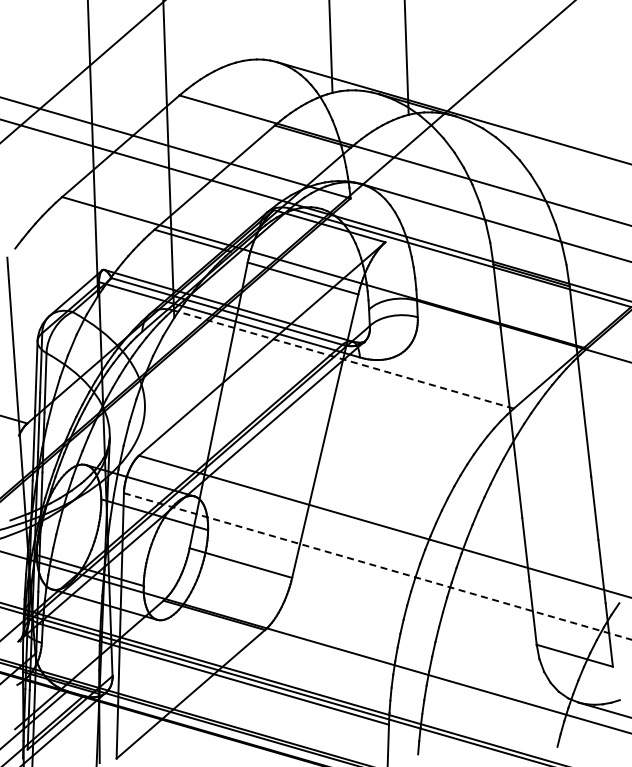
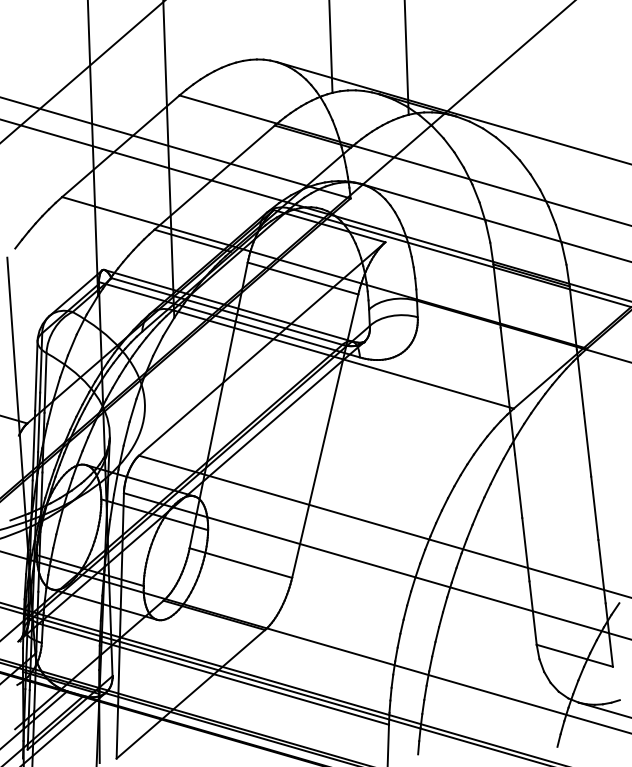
line at (342, 359): dashed -> solid
line at (378, 566): dashed -> solid
